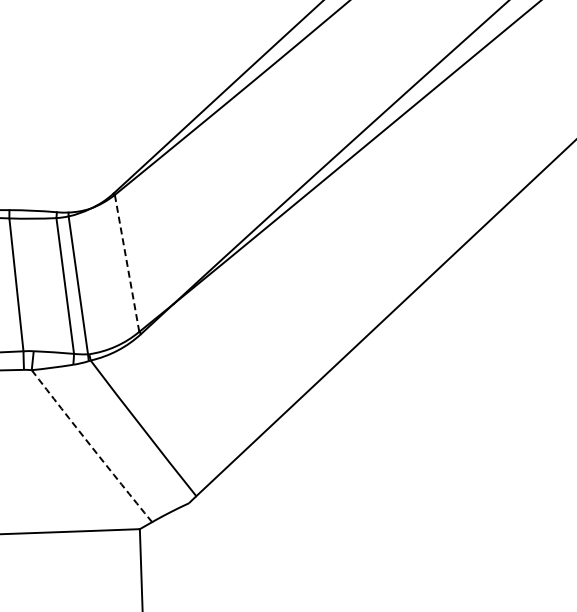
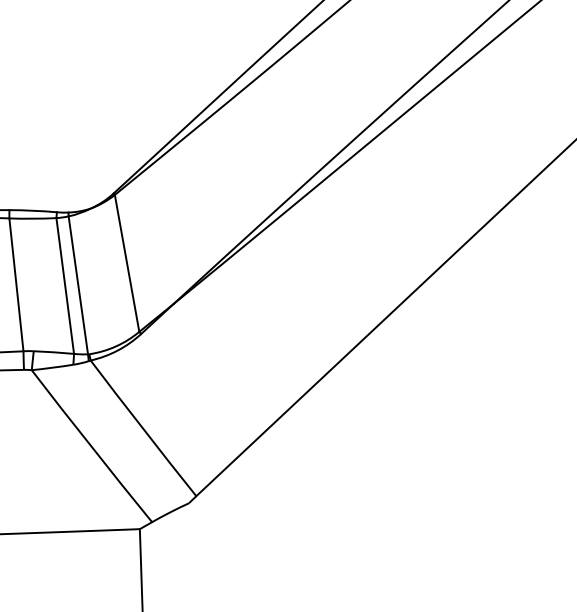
line at (127, 263): dashed -> solid
arc at (91, 446): dashed -> solid
